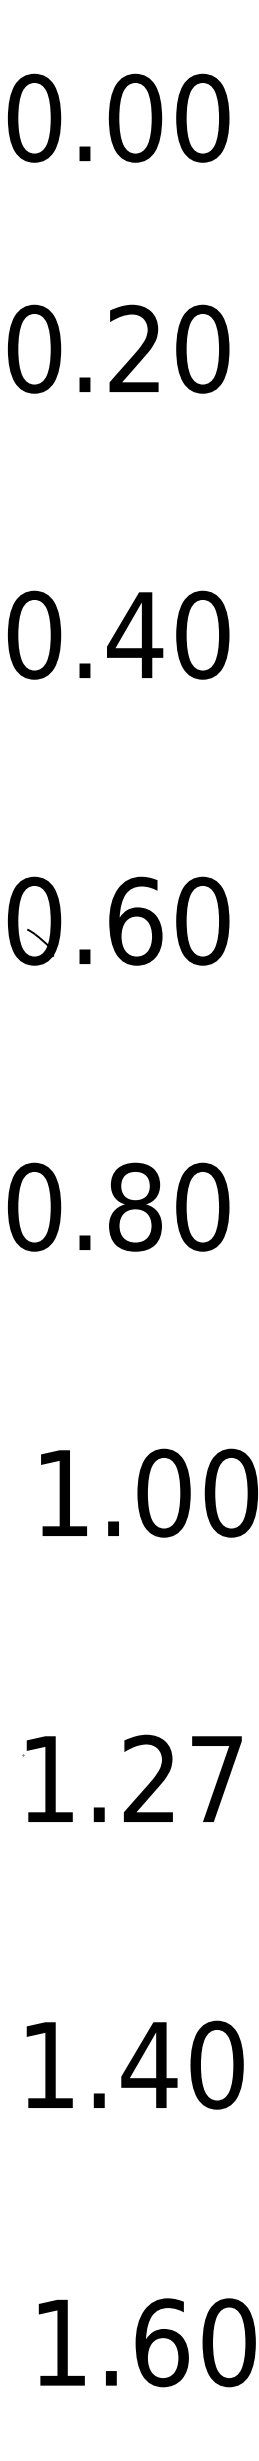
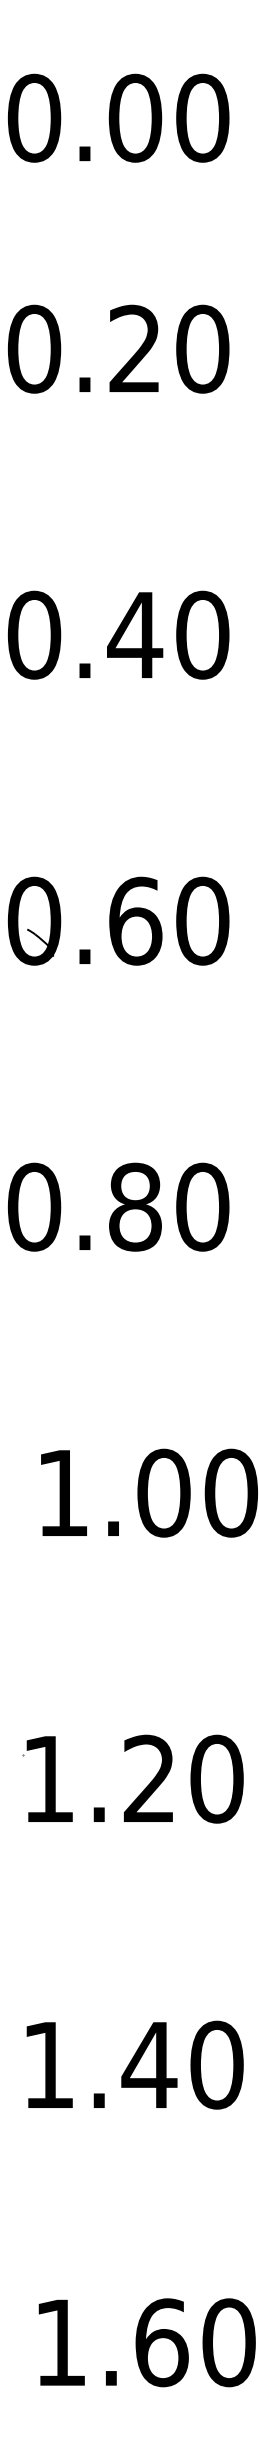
text at (216, 1778): 1.27 -> 1.20
